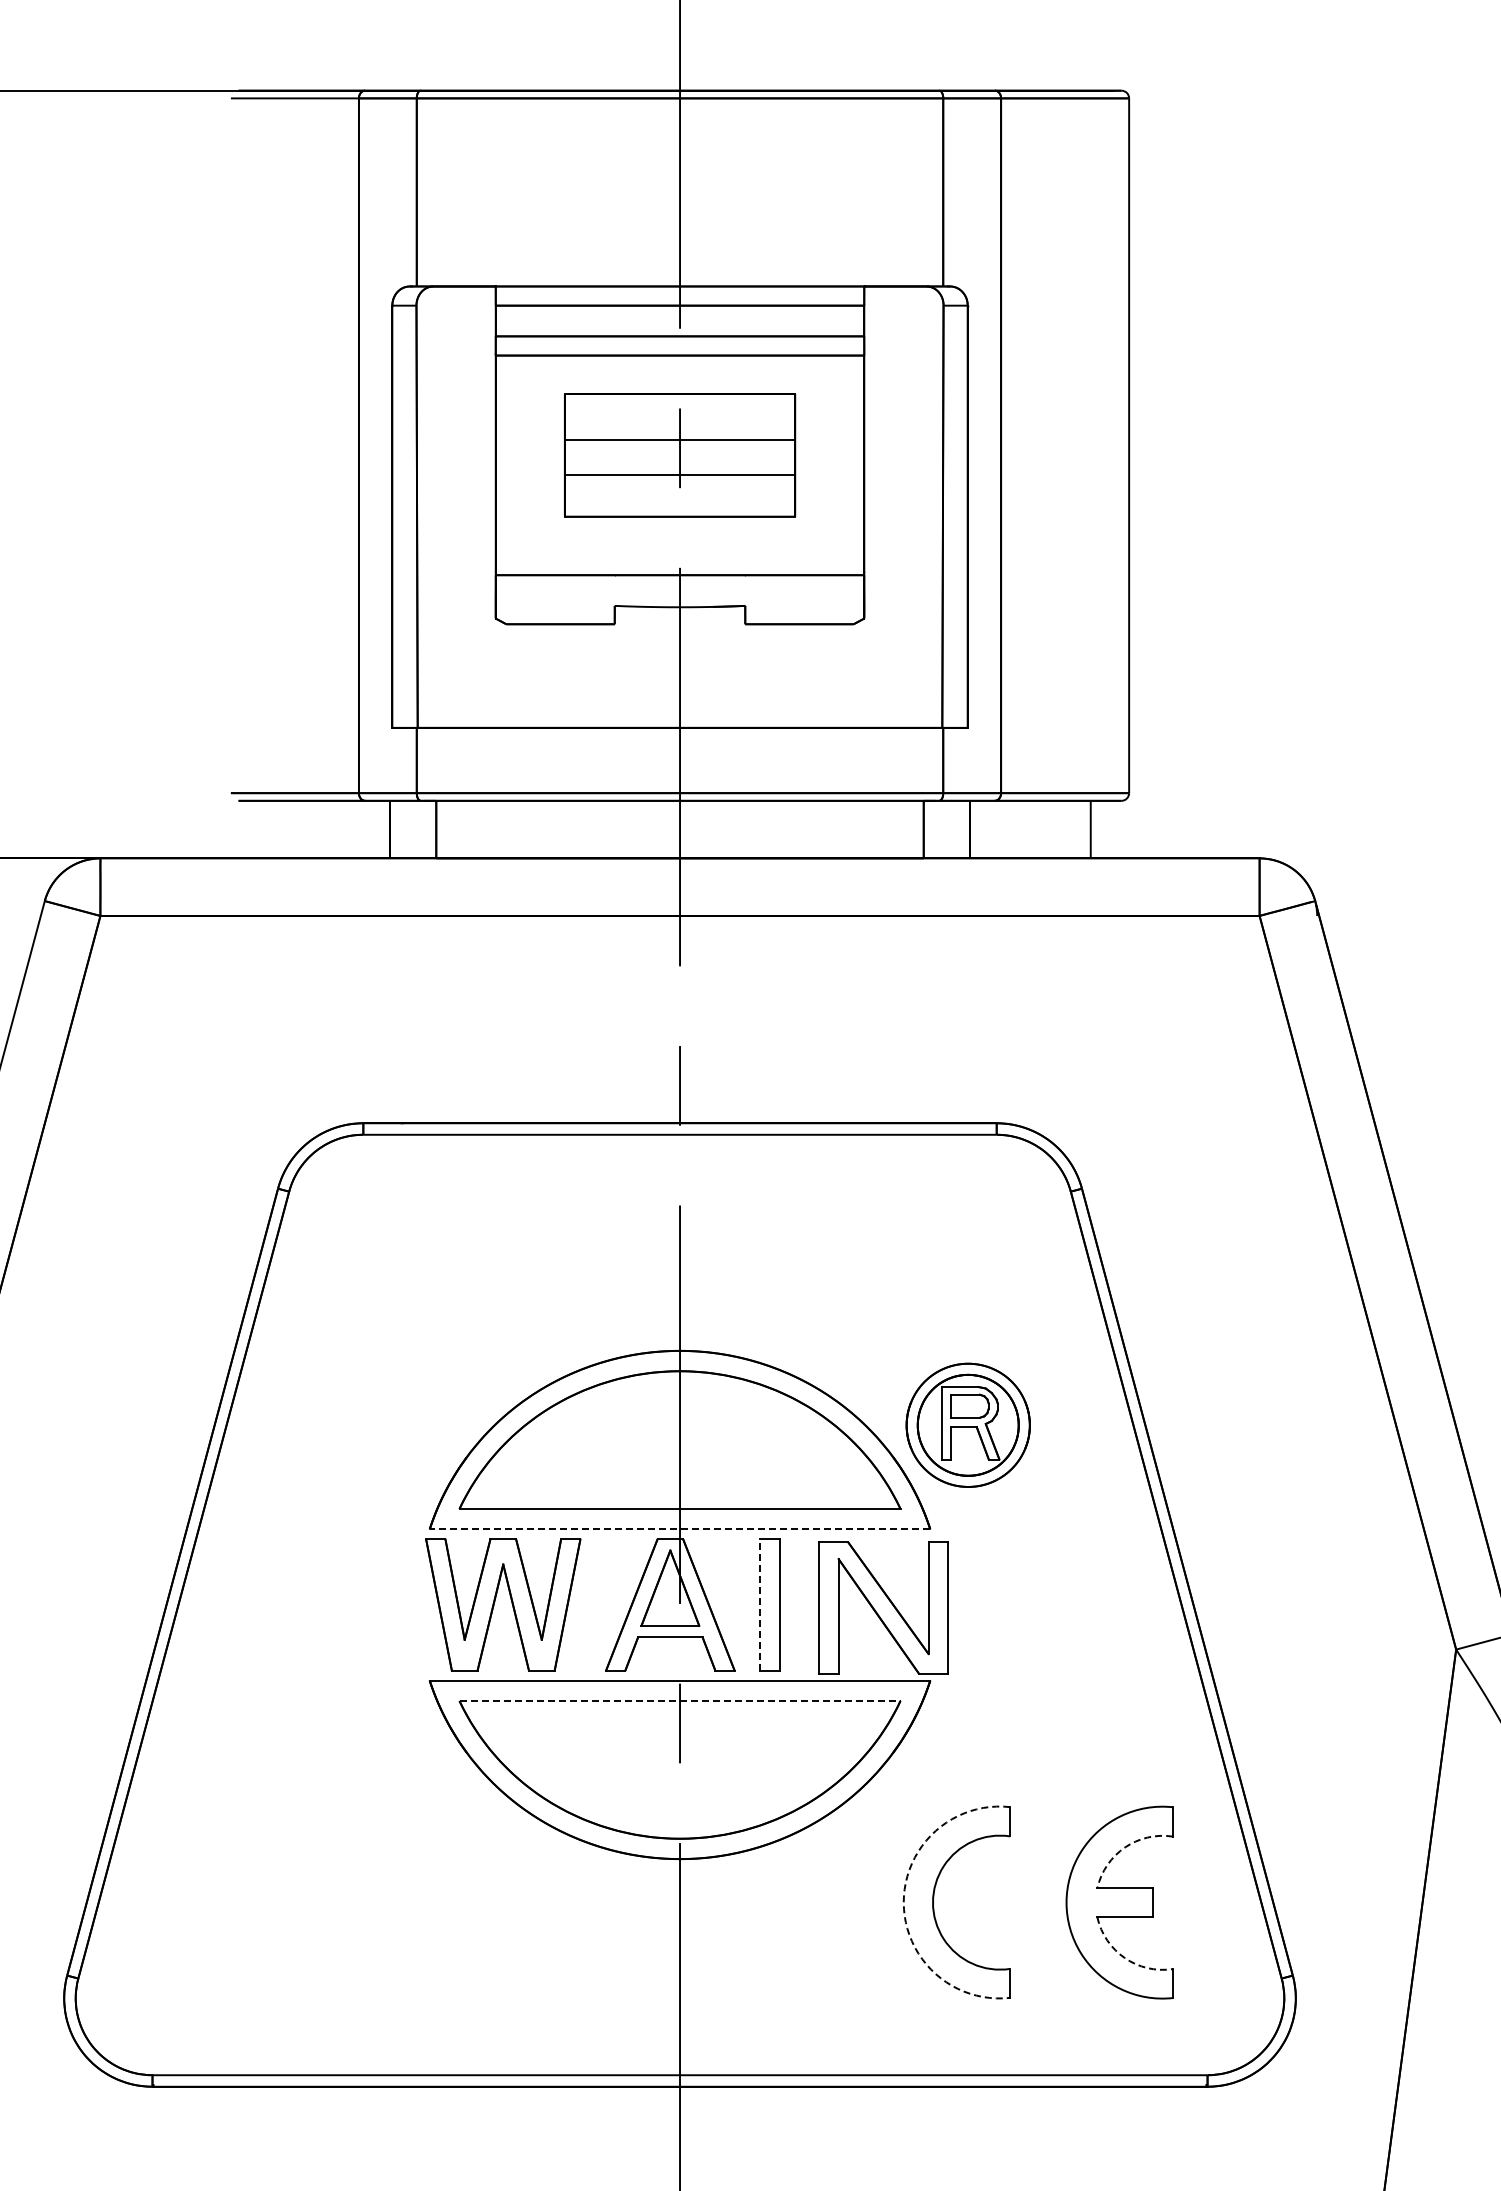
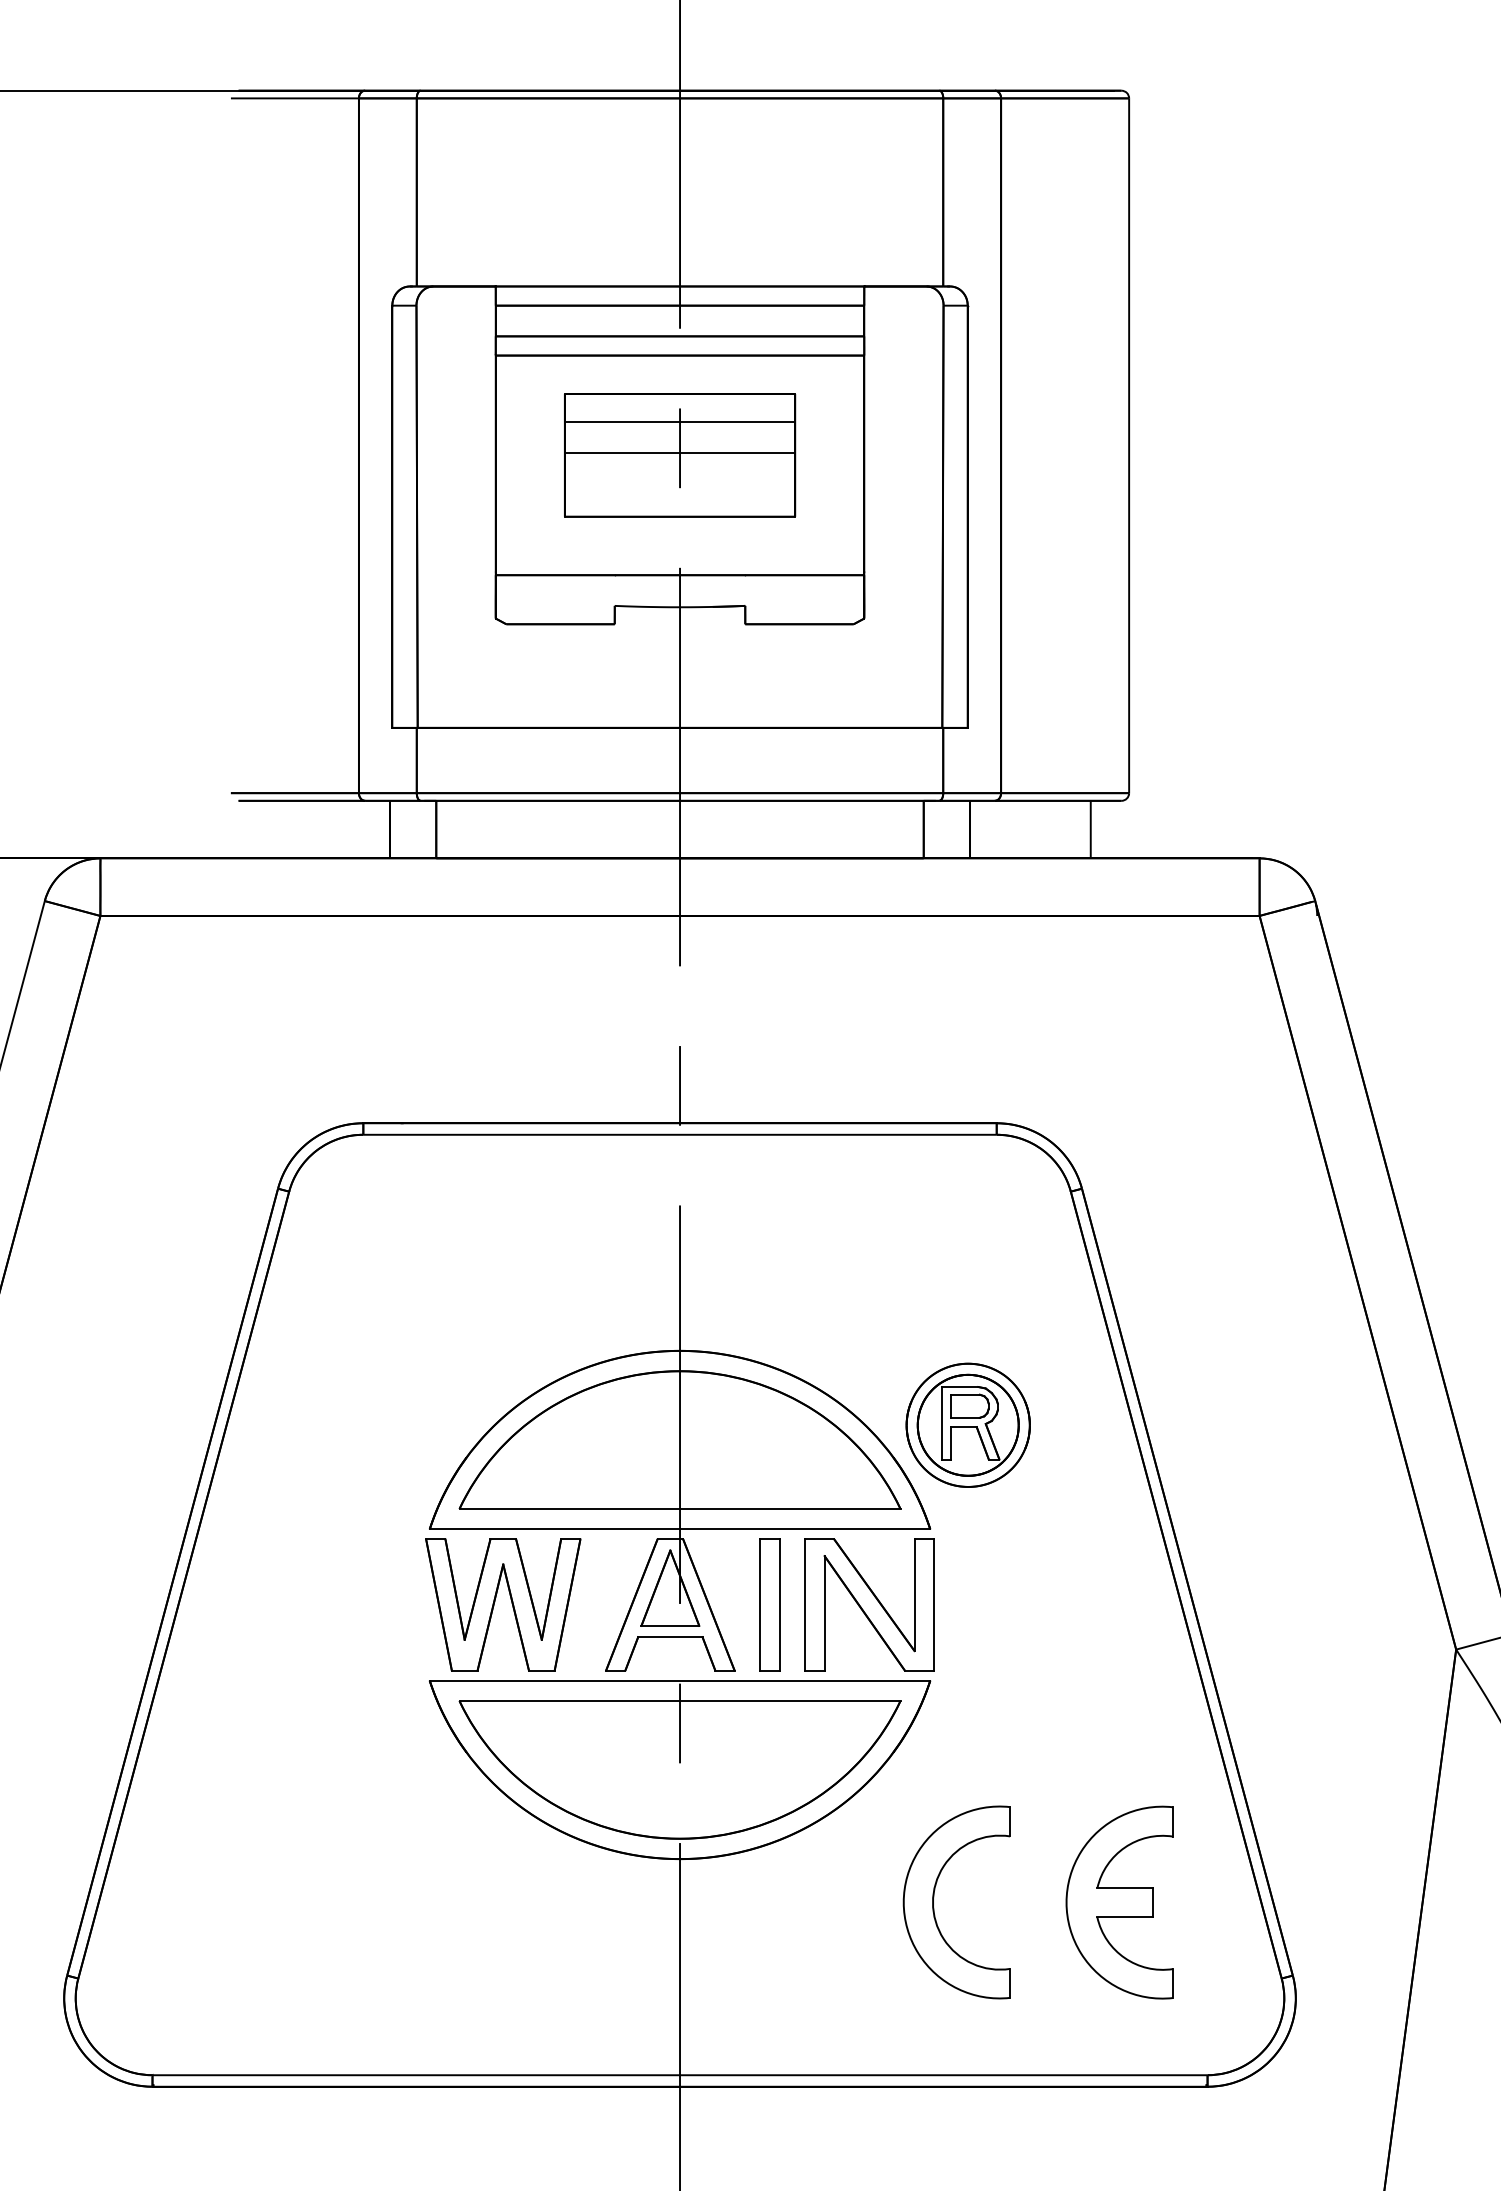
line at (679, 440) position: (679, 440) -> (679, 422)
line at (679, 475) position: (679, 475) -> (679, 453)
line at (679, 1529): dashed -> solid
line at (760, 1605): dashed -> solid
part at (883, 1607) position: (883, 1607) -> (869, 1604)
line at (680, 1700): dashed -> solid
arc at (1125, 1847): dashed -> solid
arc at (903, 1902): dashed -> solid
arc at (1124, 1958): dashed -> solid
